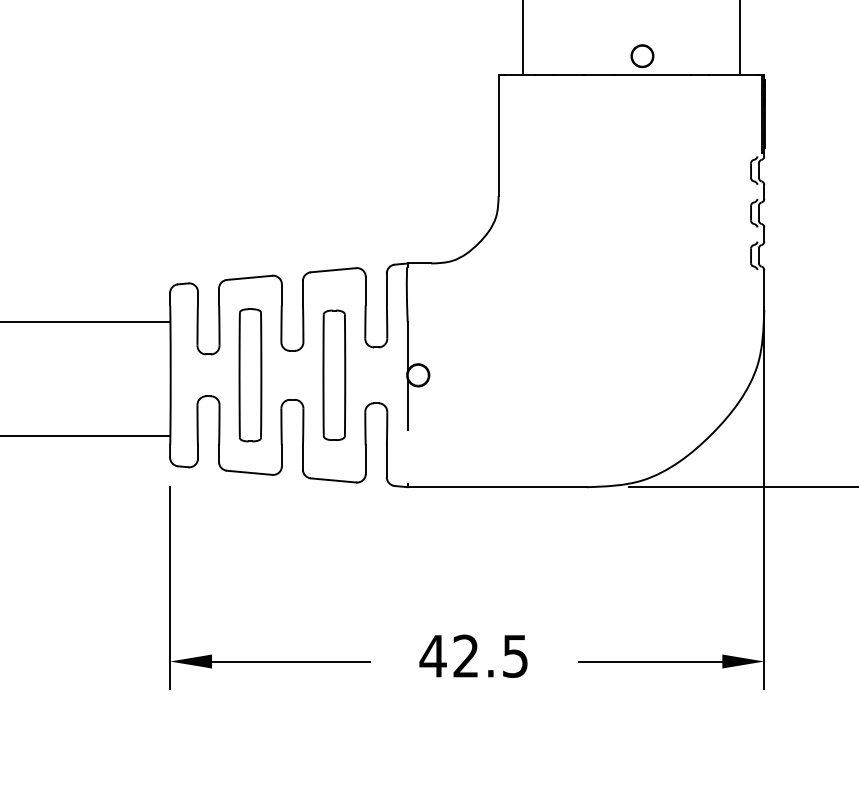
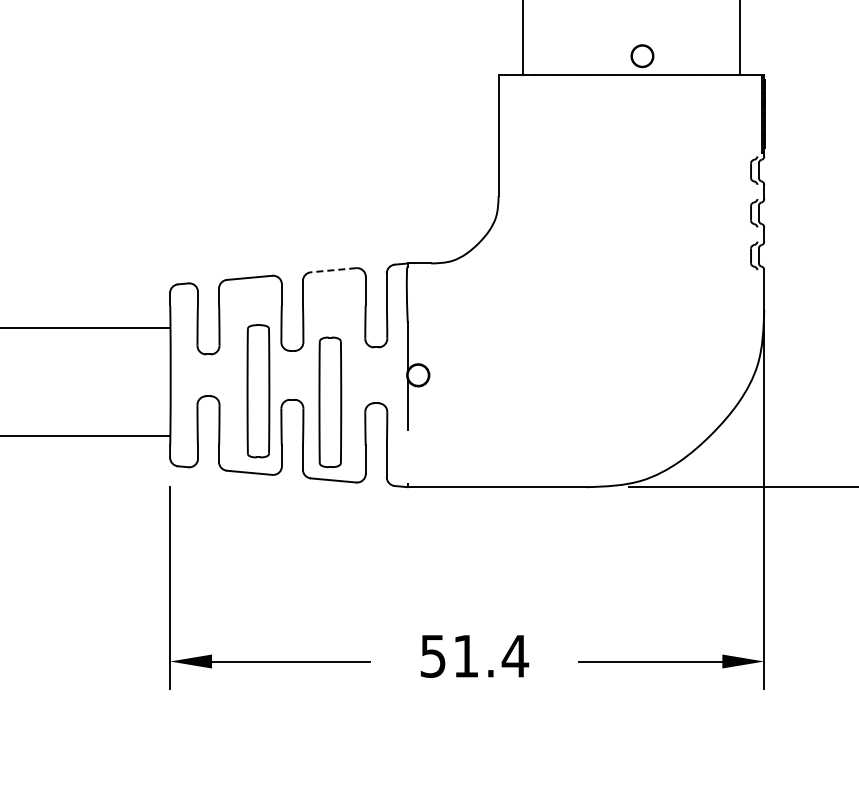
line at (333, 270): solid -> dashed
line at (86, 322) position: (86, 322) -> (86, 328)
part at (334, 374) position: (334, 374) -> (330, 401)
part at (250, 375) position: (250, 375) -> (258, 391)
text at (474, 655): 42.5 -> 51.4
